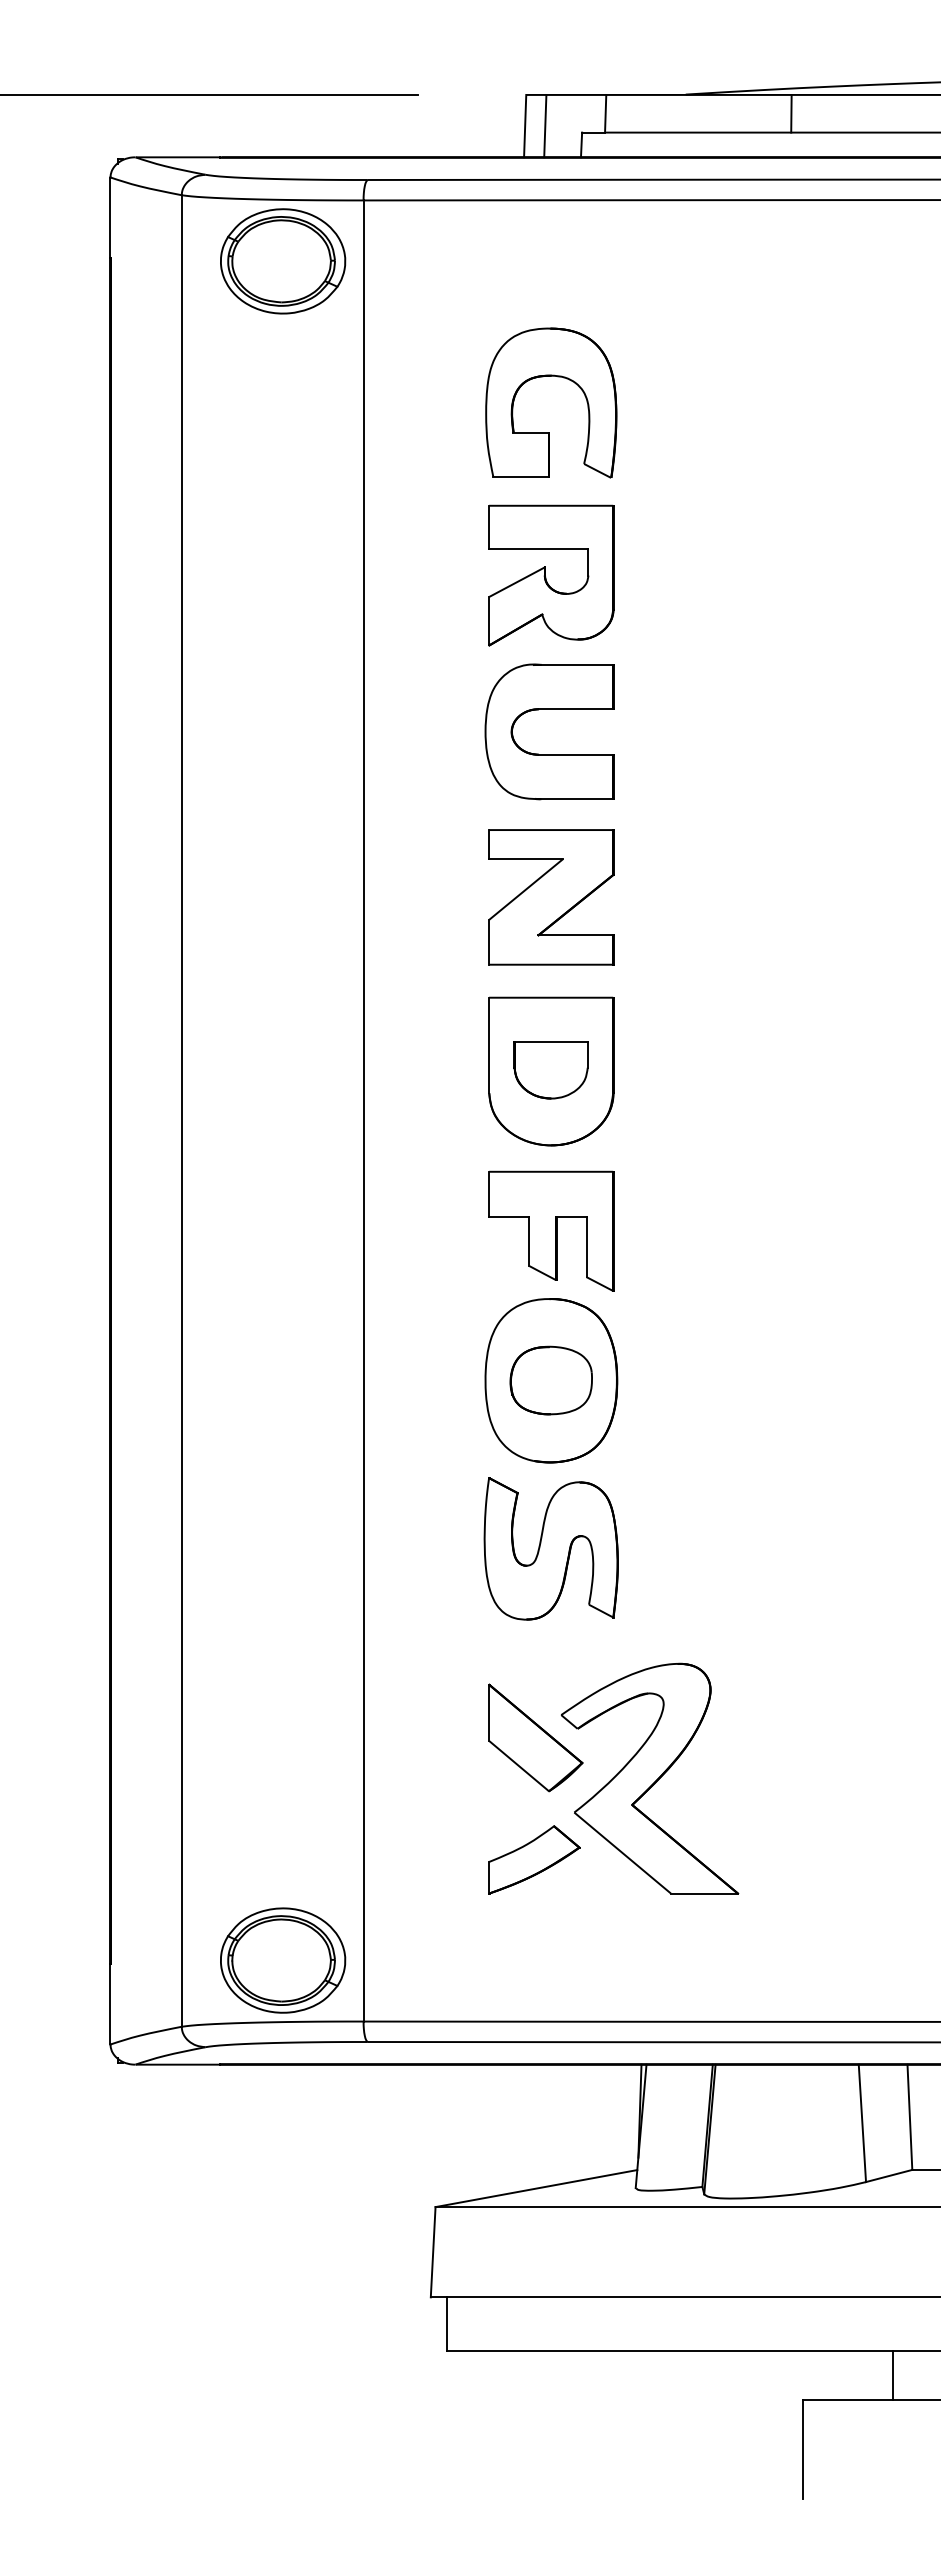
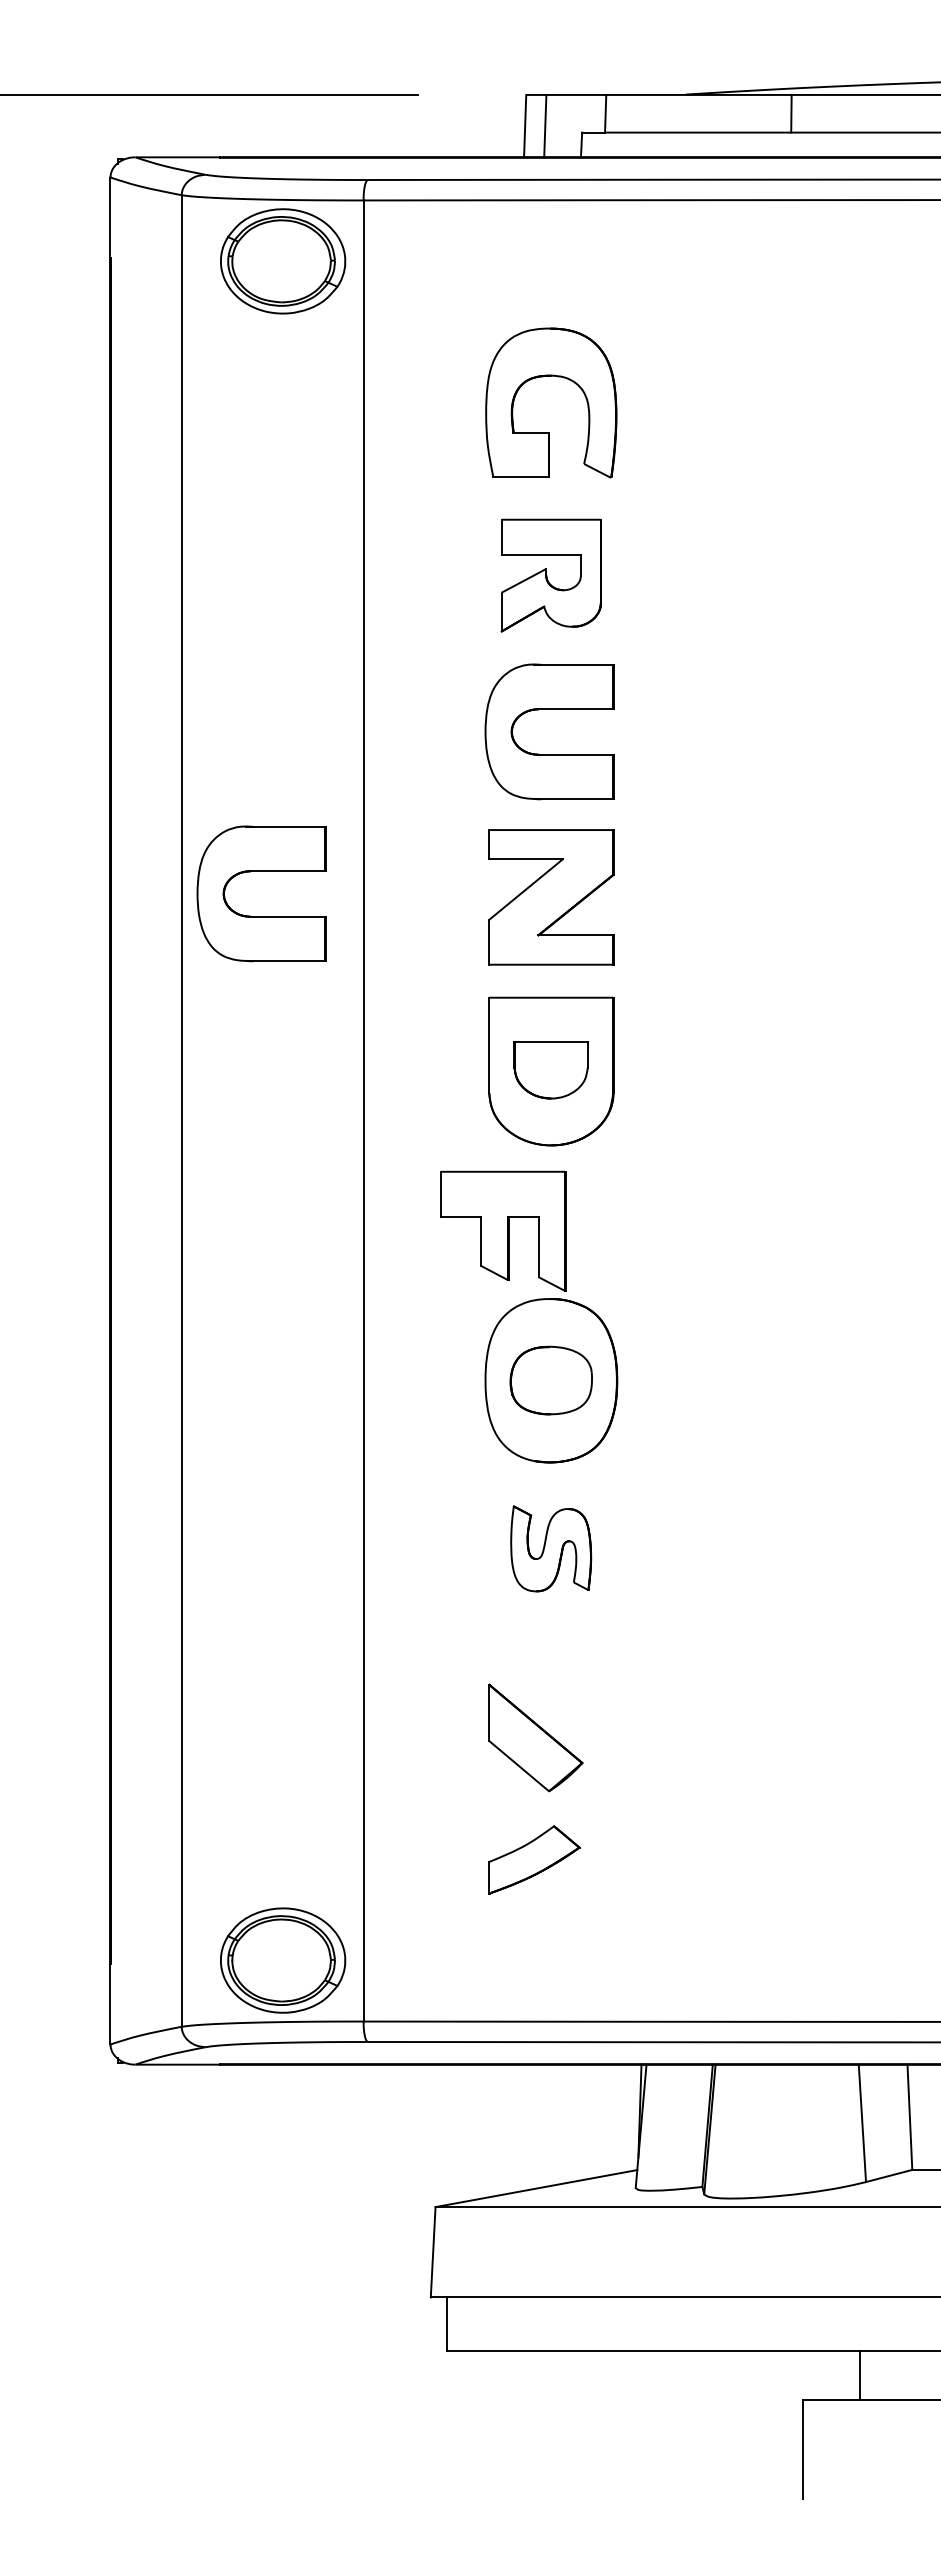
part at (551, 575) size: 127x143 px -> 102x115 px
part at (261, 871): none -> present
part at (551, 1230) position: (551, 1230) -> (503, 1230)
part at (550, 1548) size: 136x144 px -> 83x88 px
part at (649, 1778): present -> none
line at (892, 2375) position: (892, 2375) -> (859, 2375)
